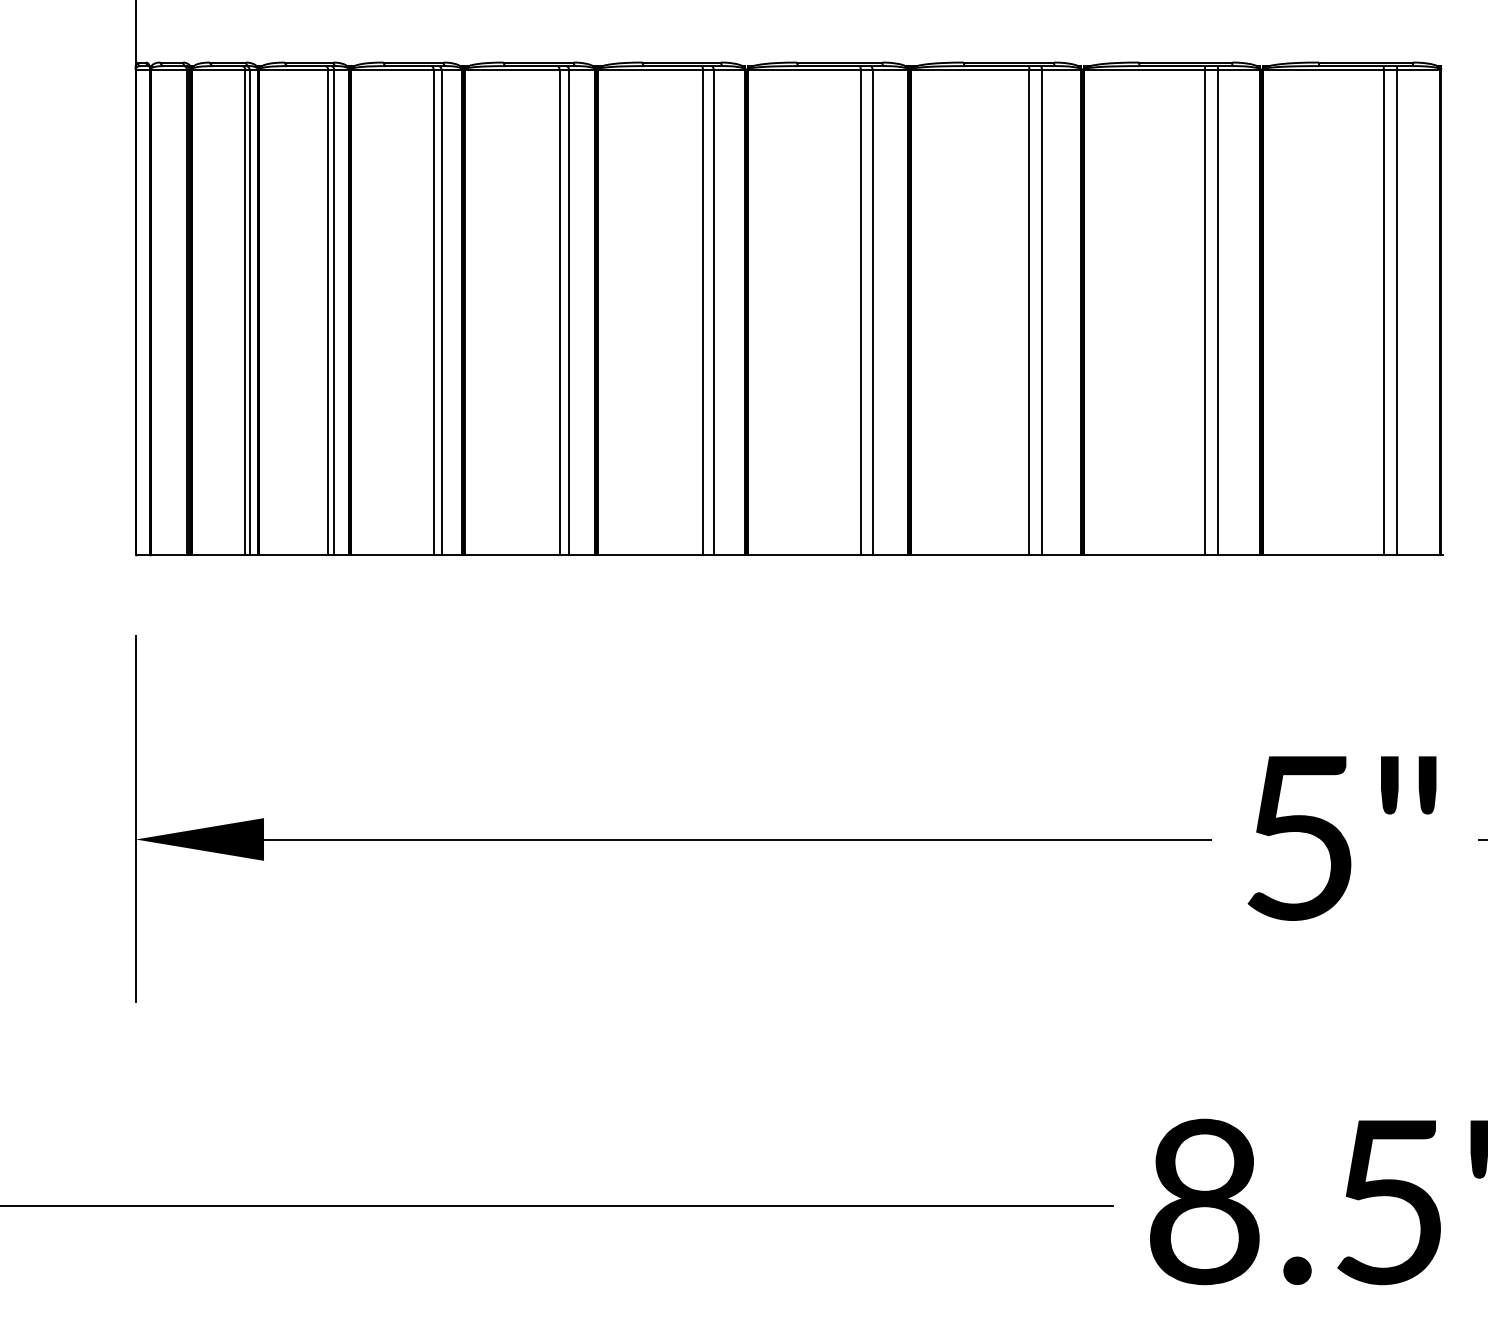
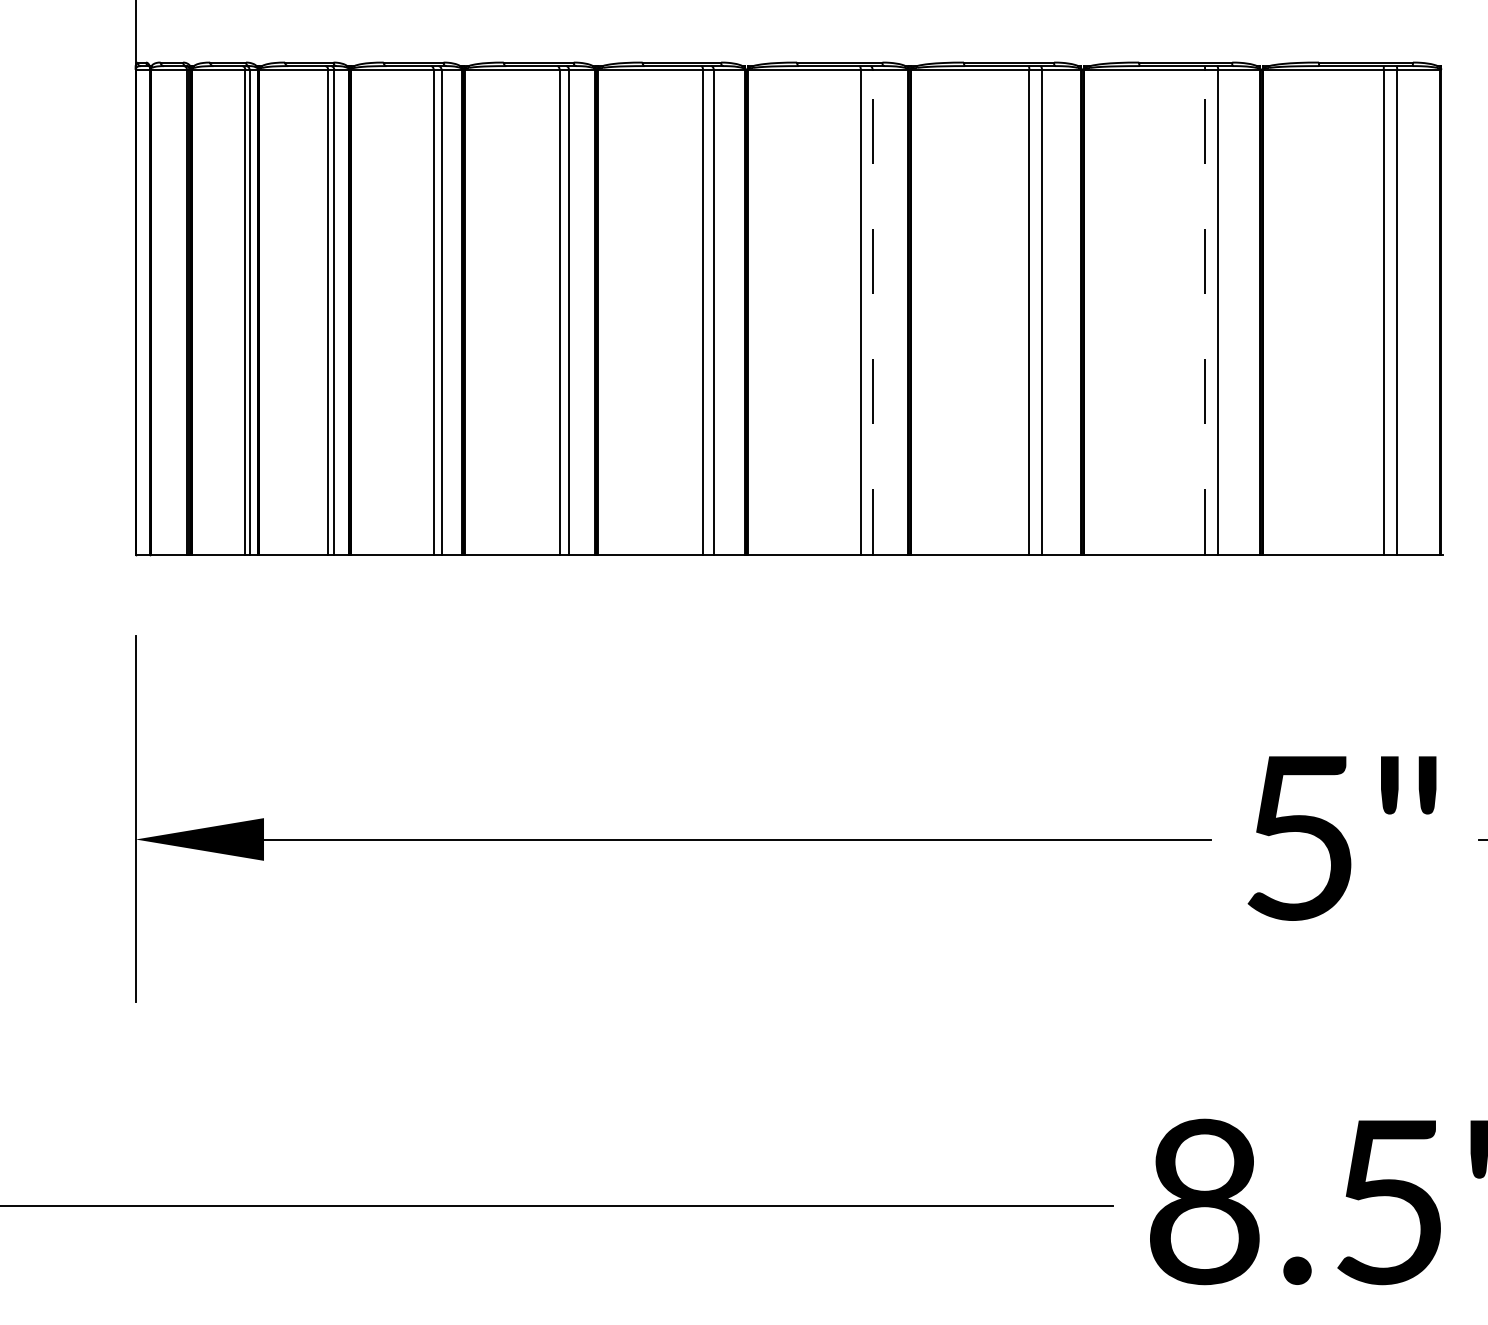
line at (872, 311): solid -> dashed
line at (1205, 311): solid -> dashed
